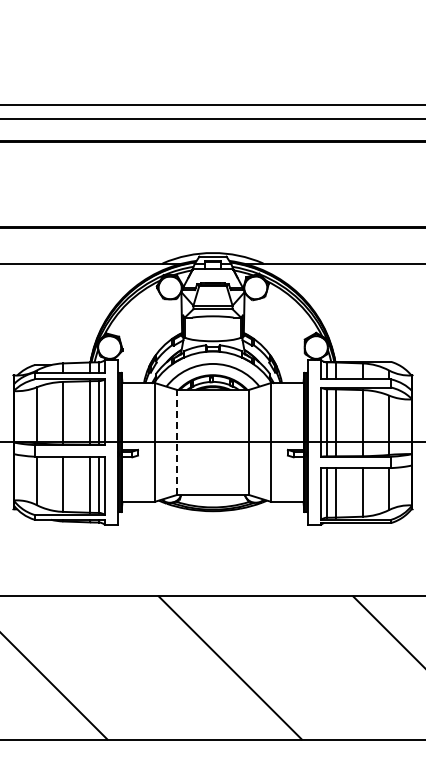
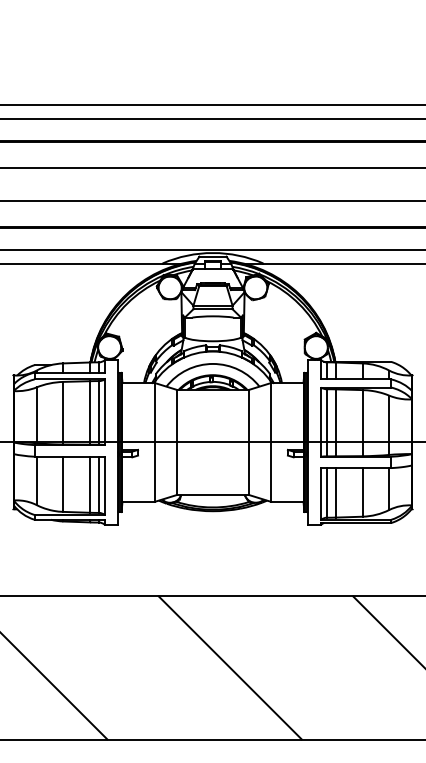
line at (212, 167): none -> present
line at (212, 201): none -> present
line at (212, 250): none -> present
line at (176, 442): dashed -> solid
